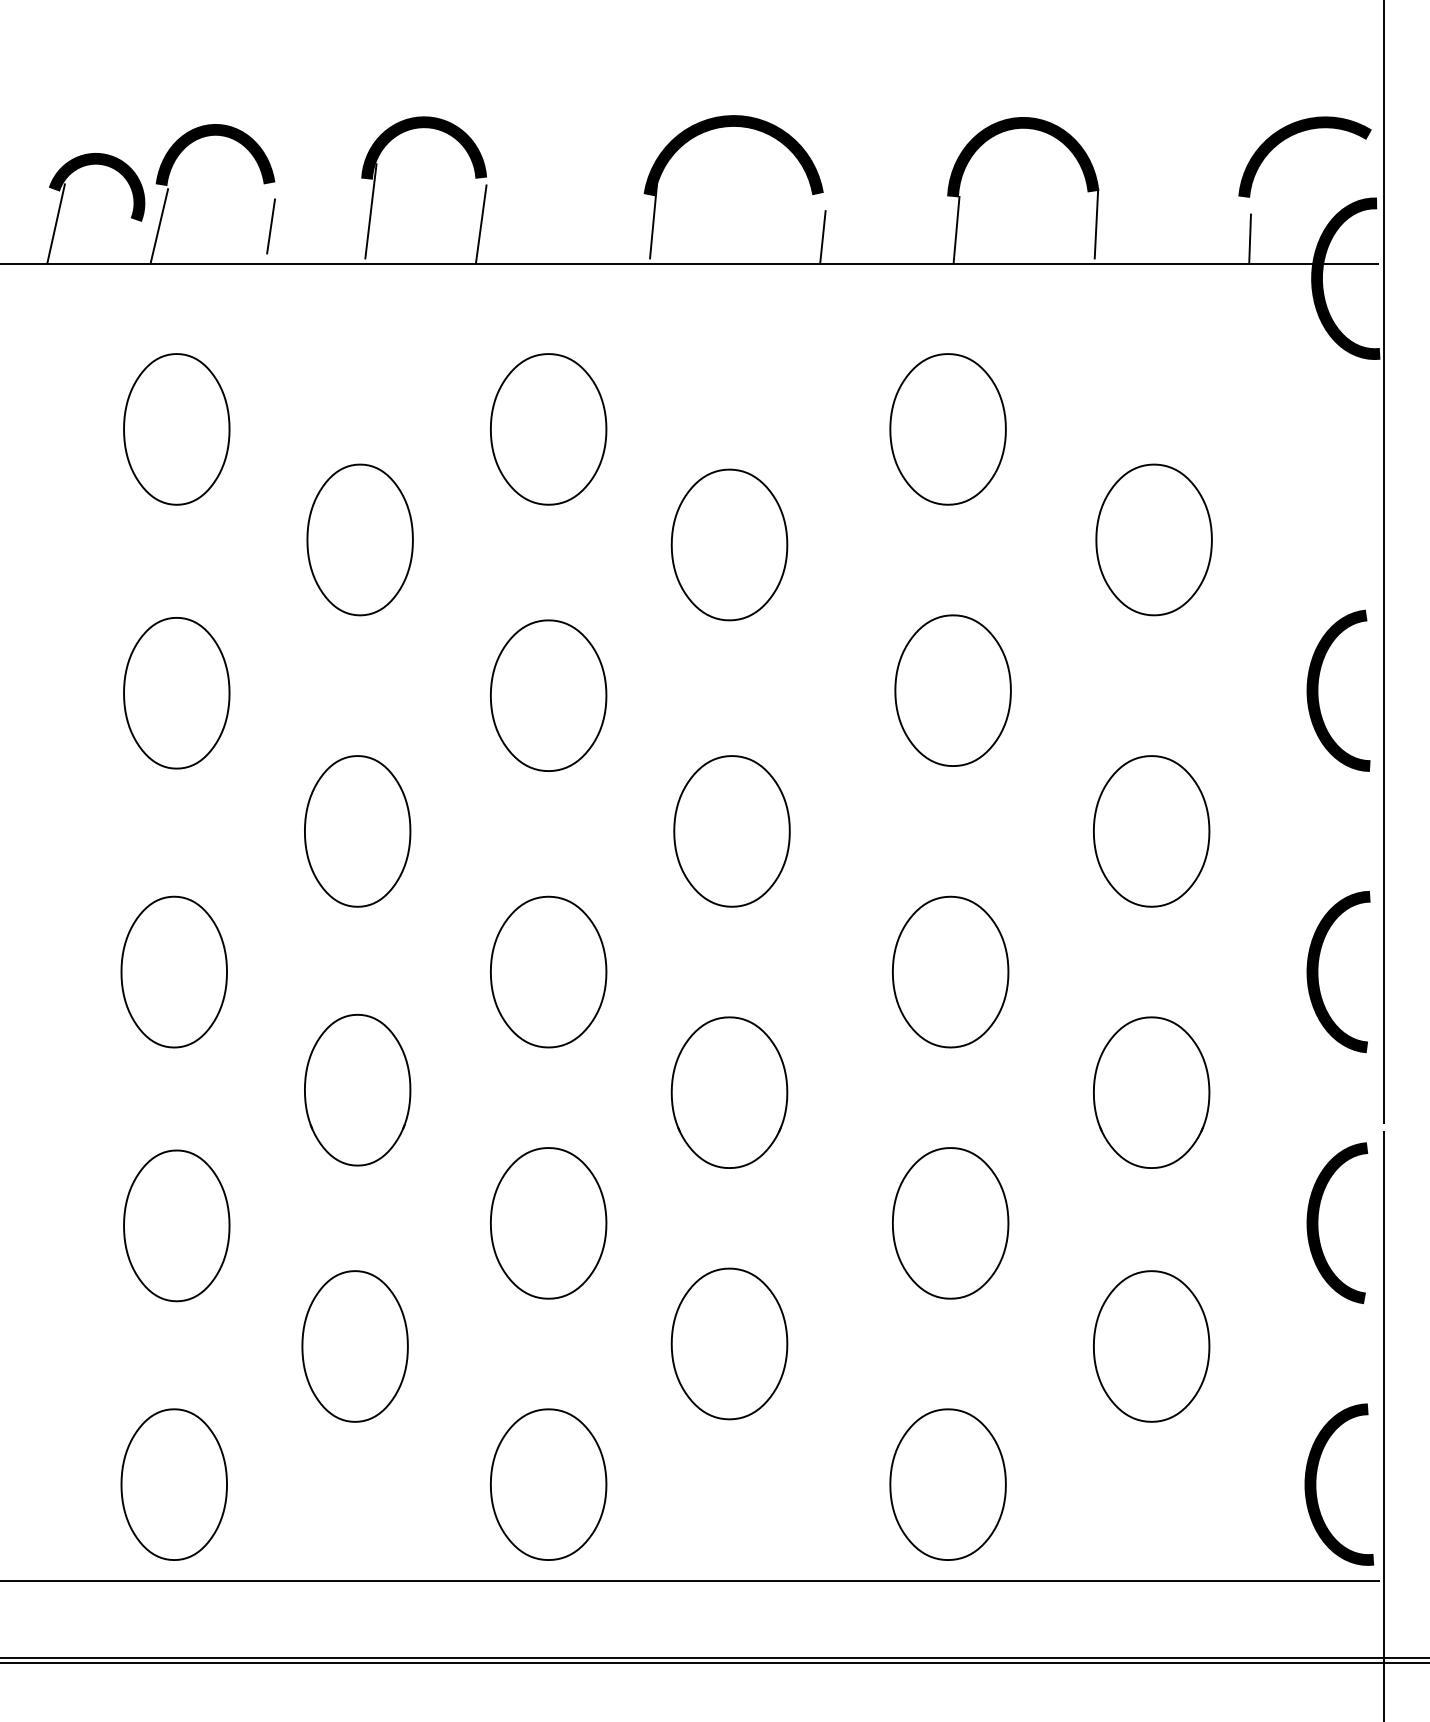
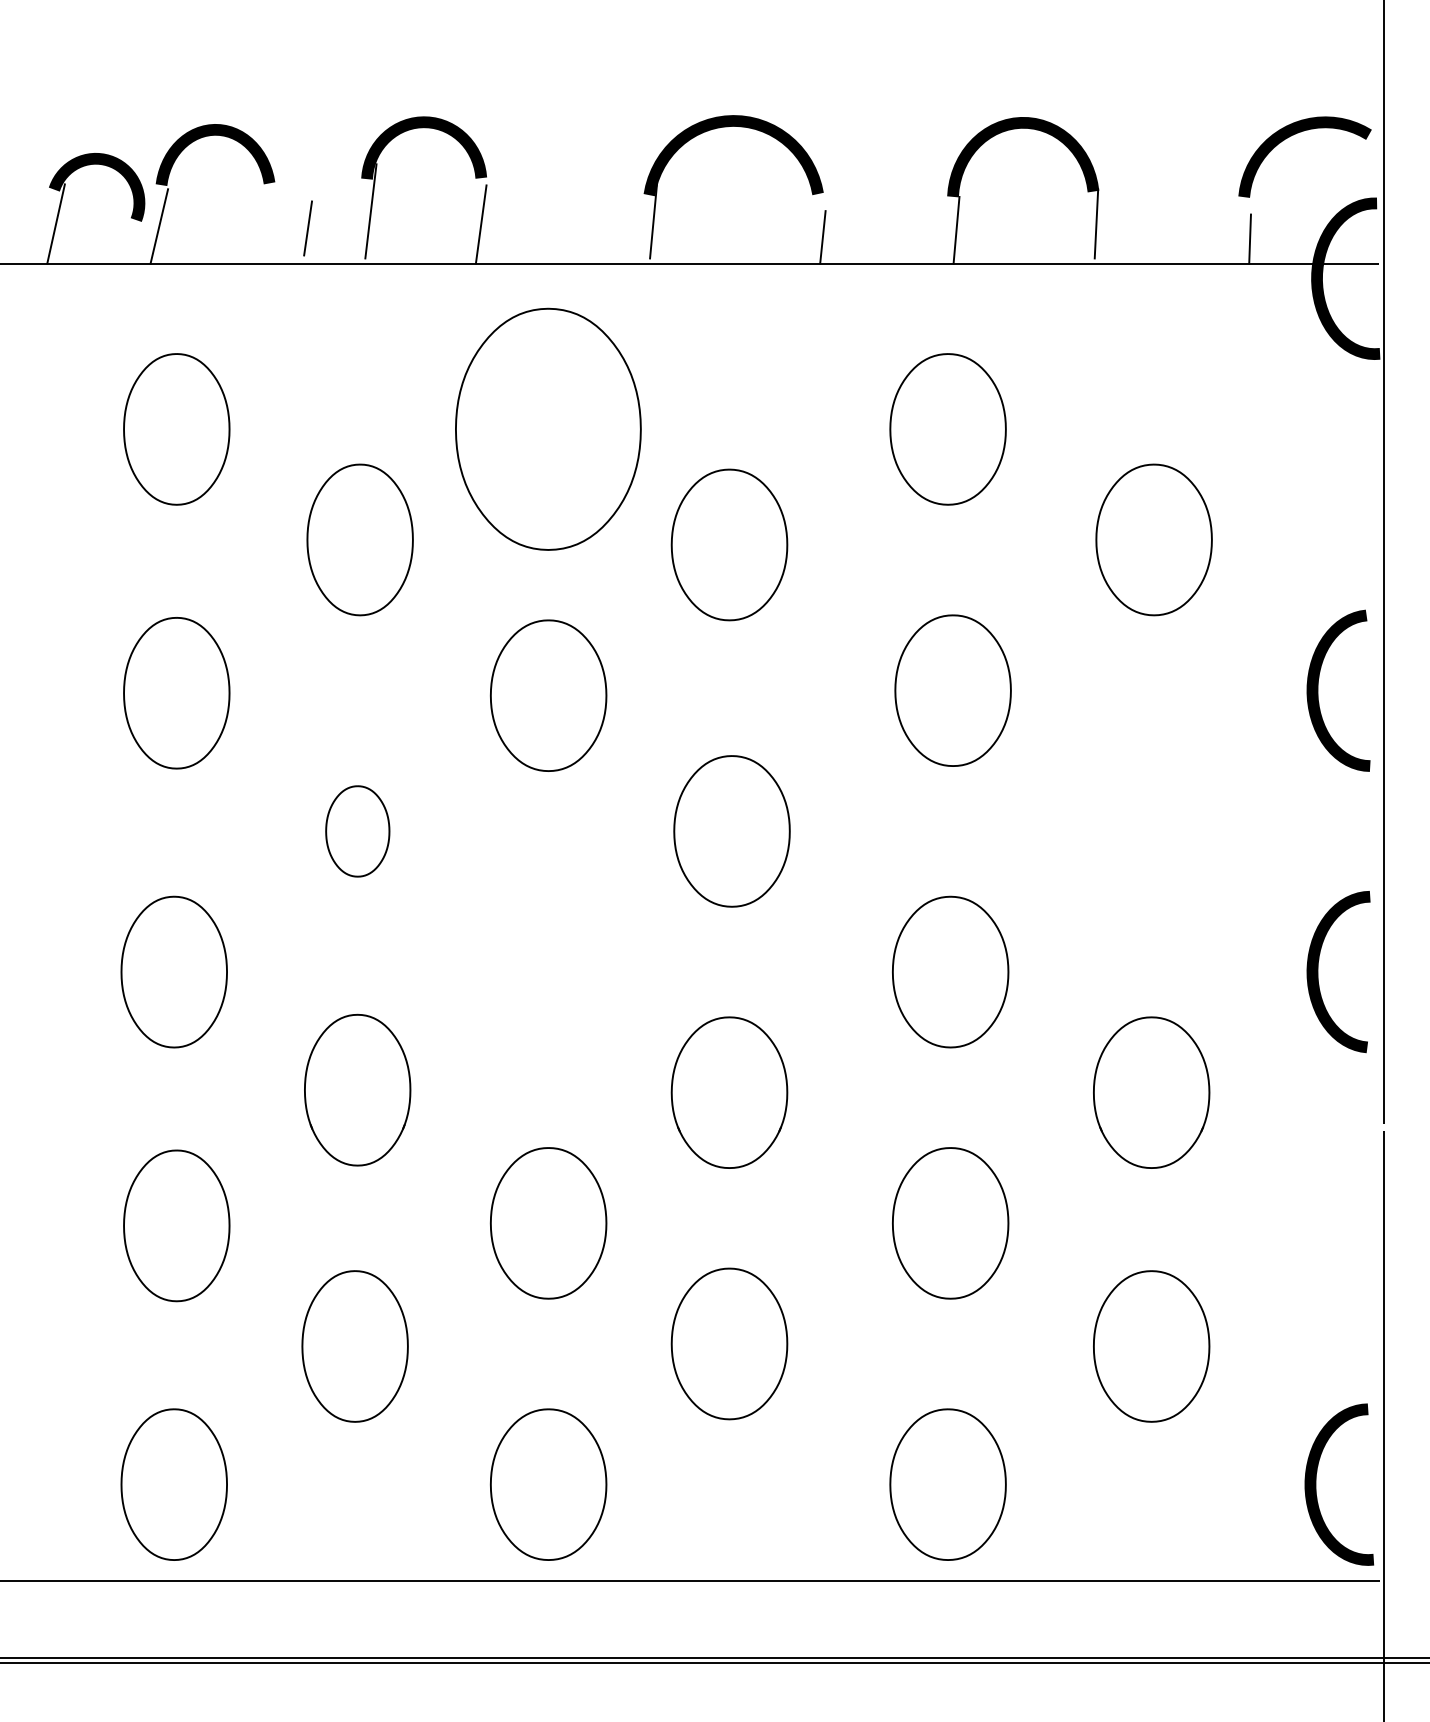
line at (270, 226) position: (270, 226) -> (307, 228)
part at (548, 429) size: 118x153 px -> 187x244 px
part at (357, 831) size: 108x153 px -> 66x93 px
part at (1151, 831): present -> none
part at (548, 971): present -> none
curve at (1318, 1223): present -> none
